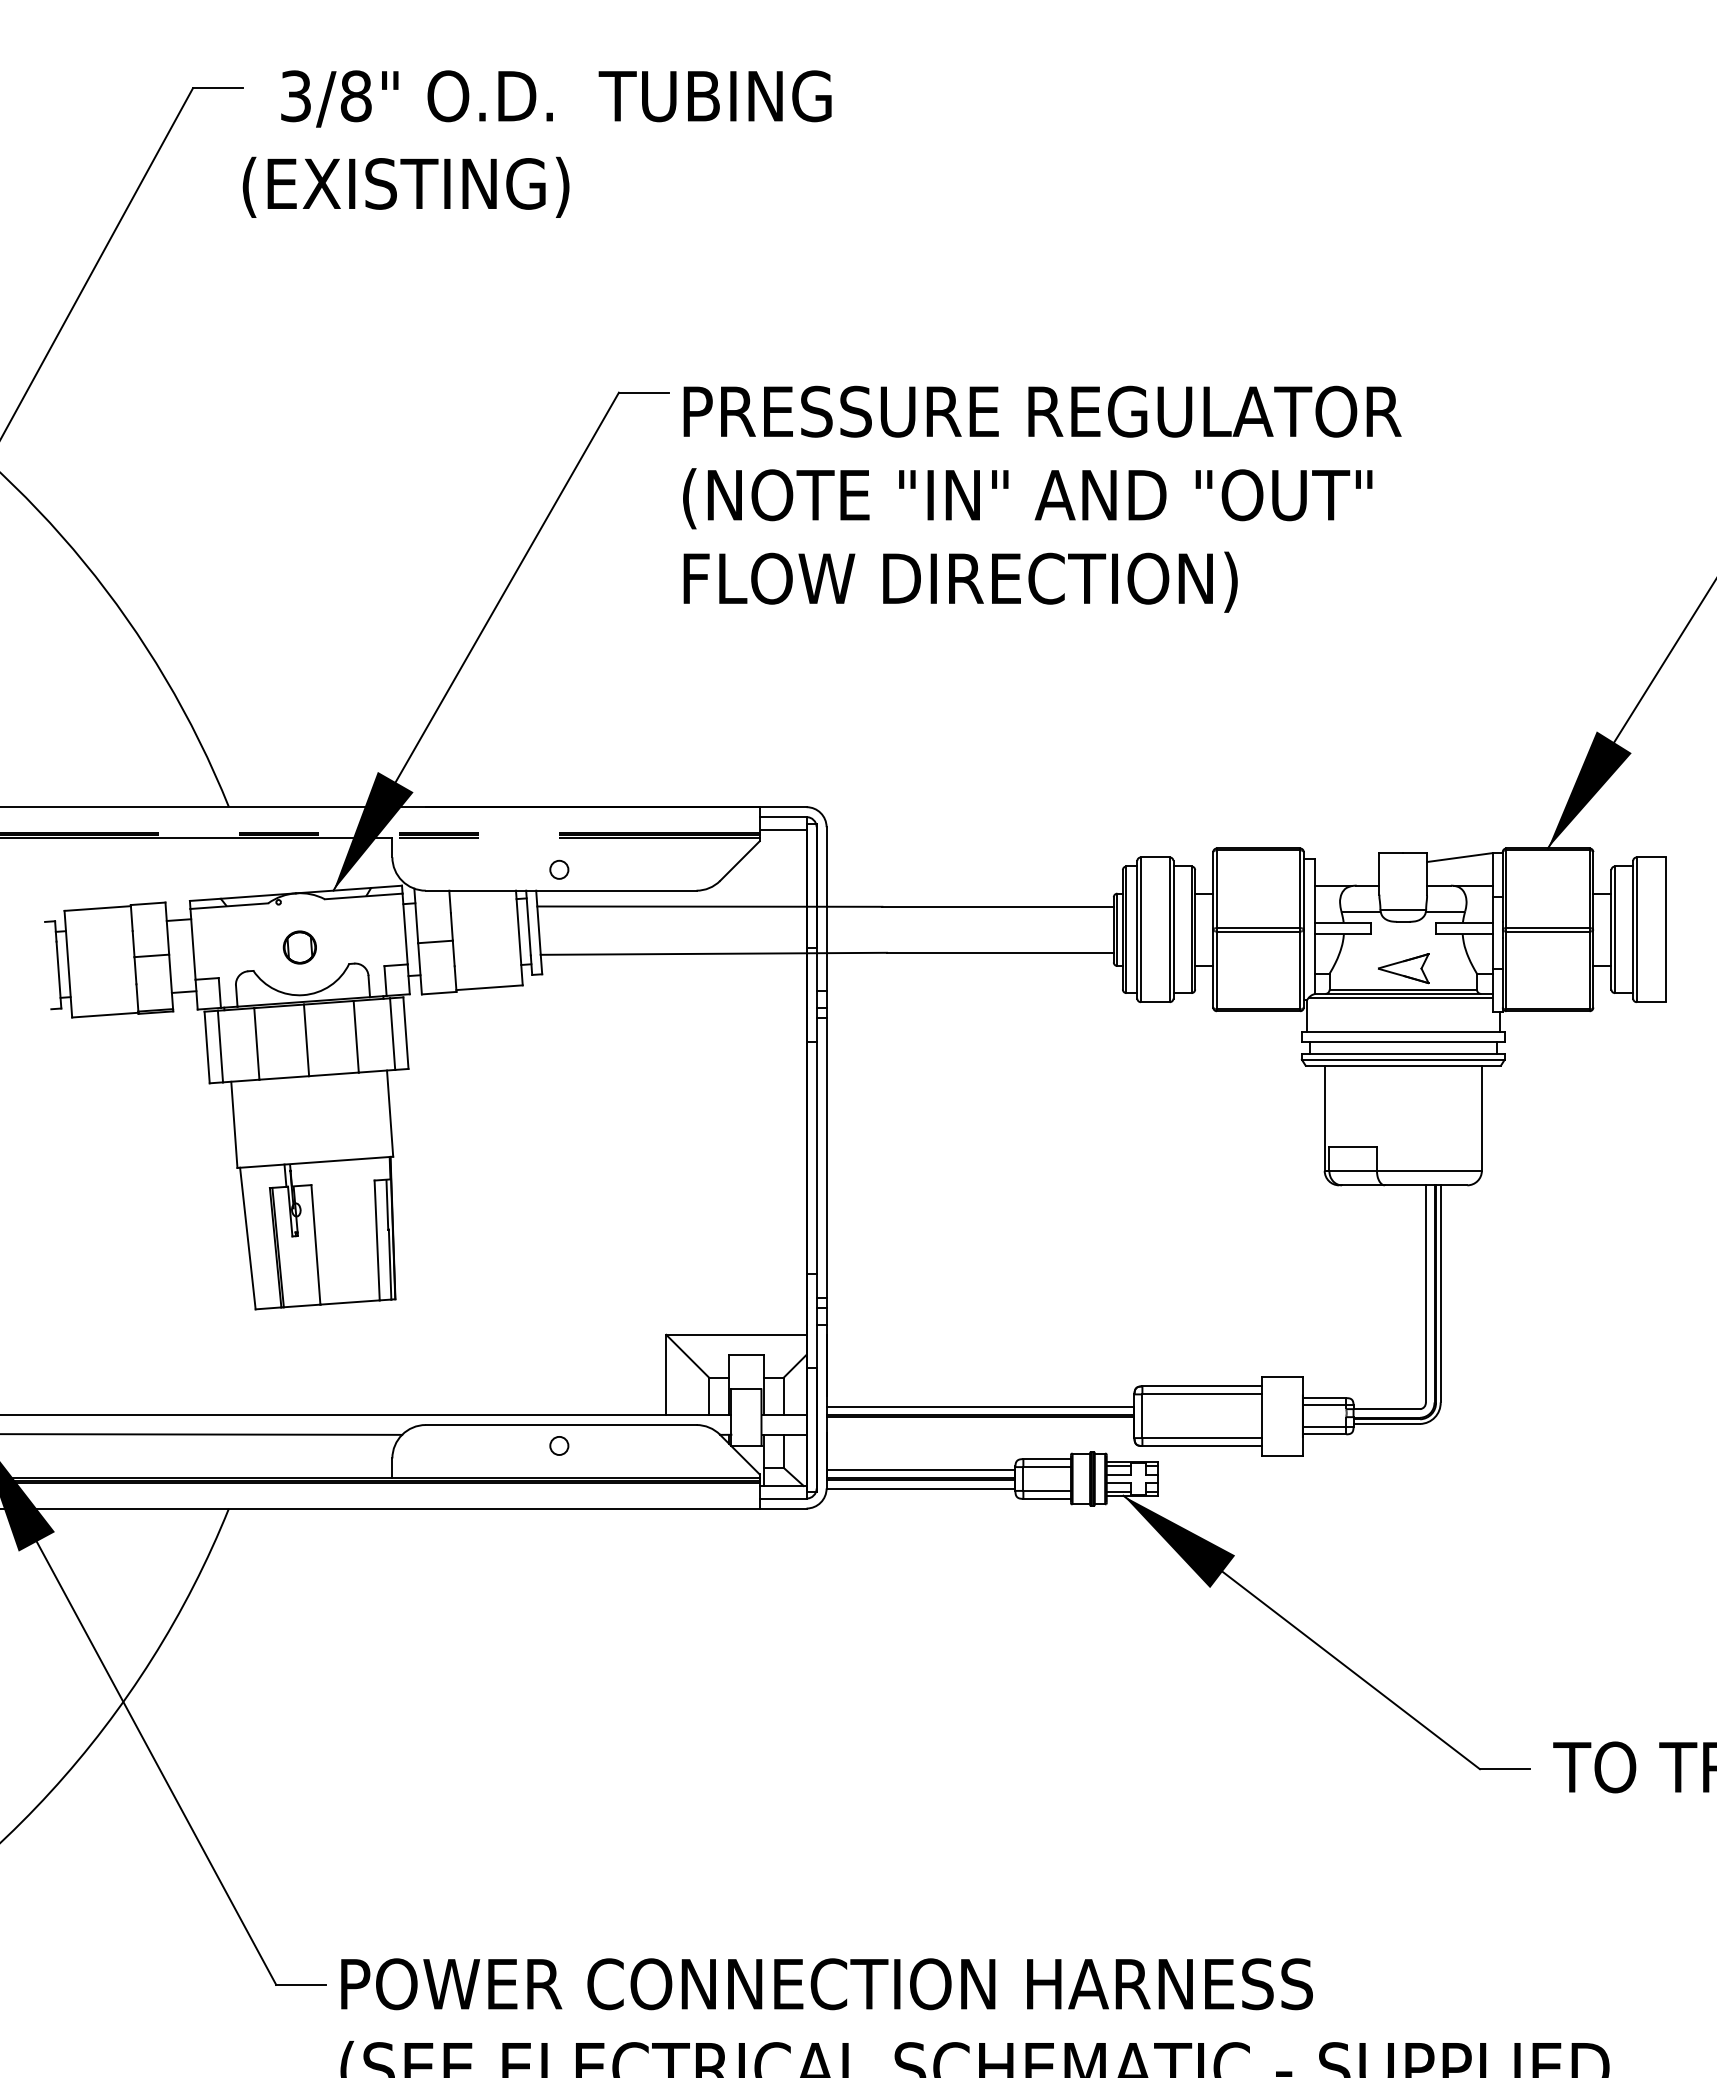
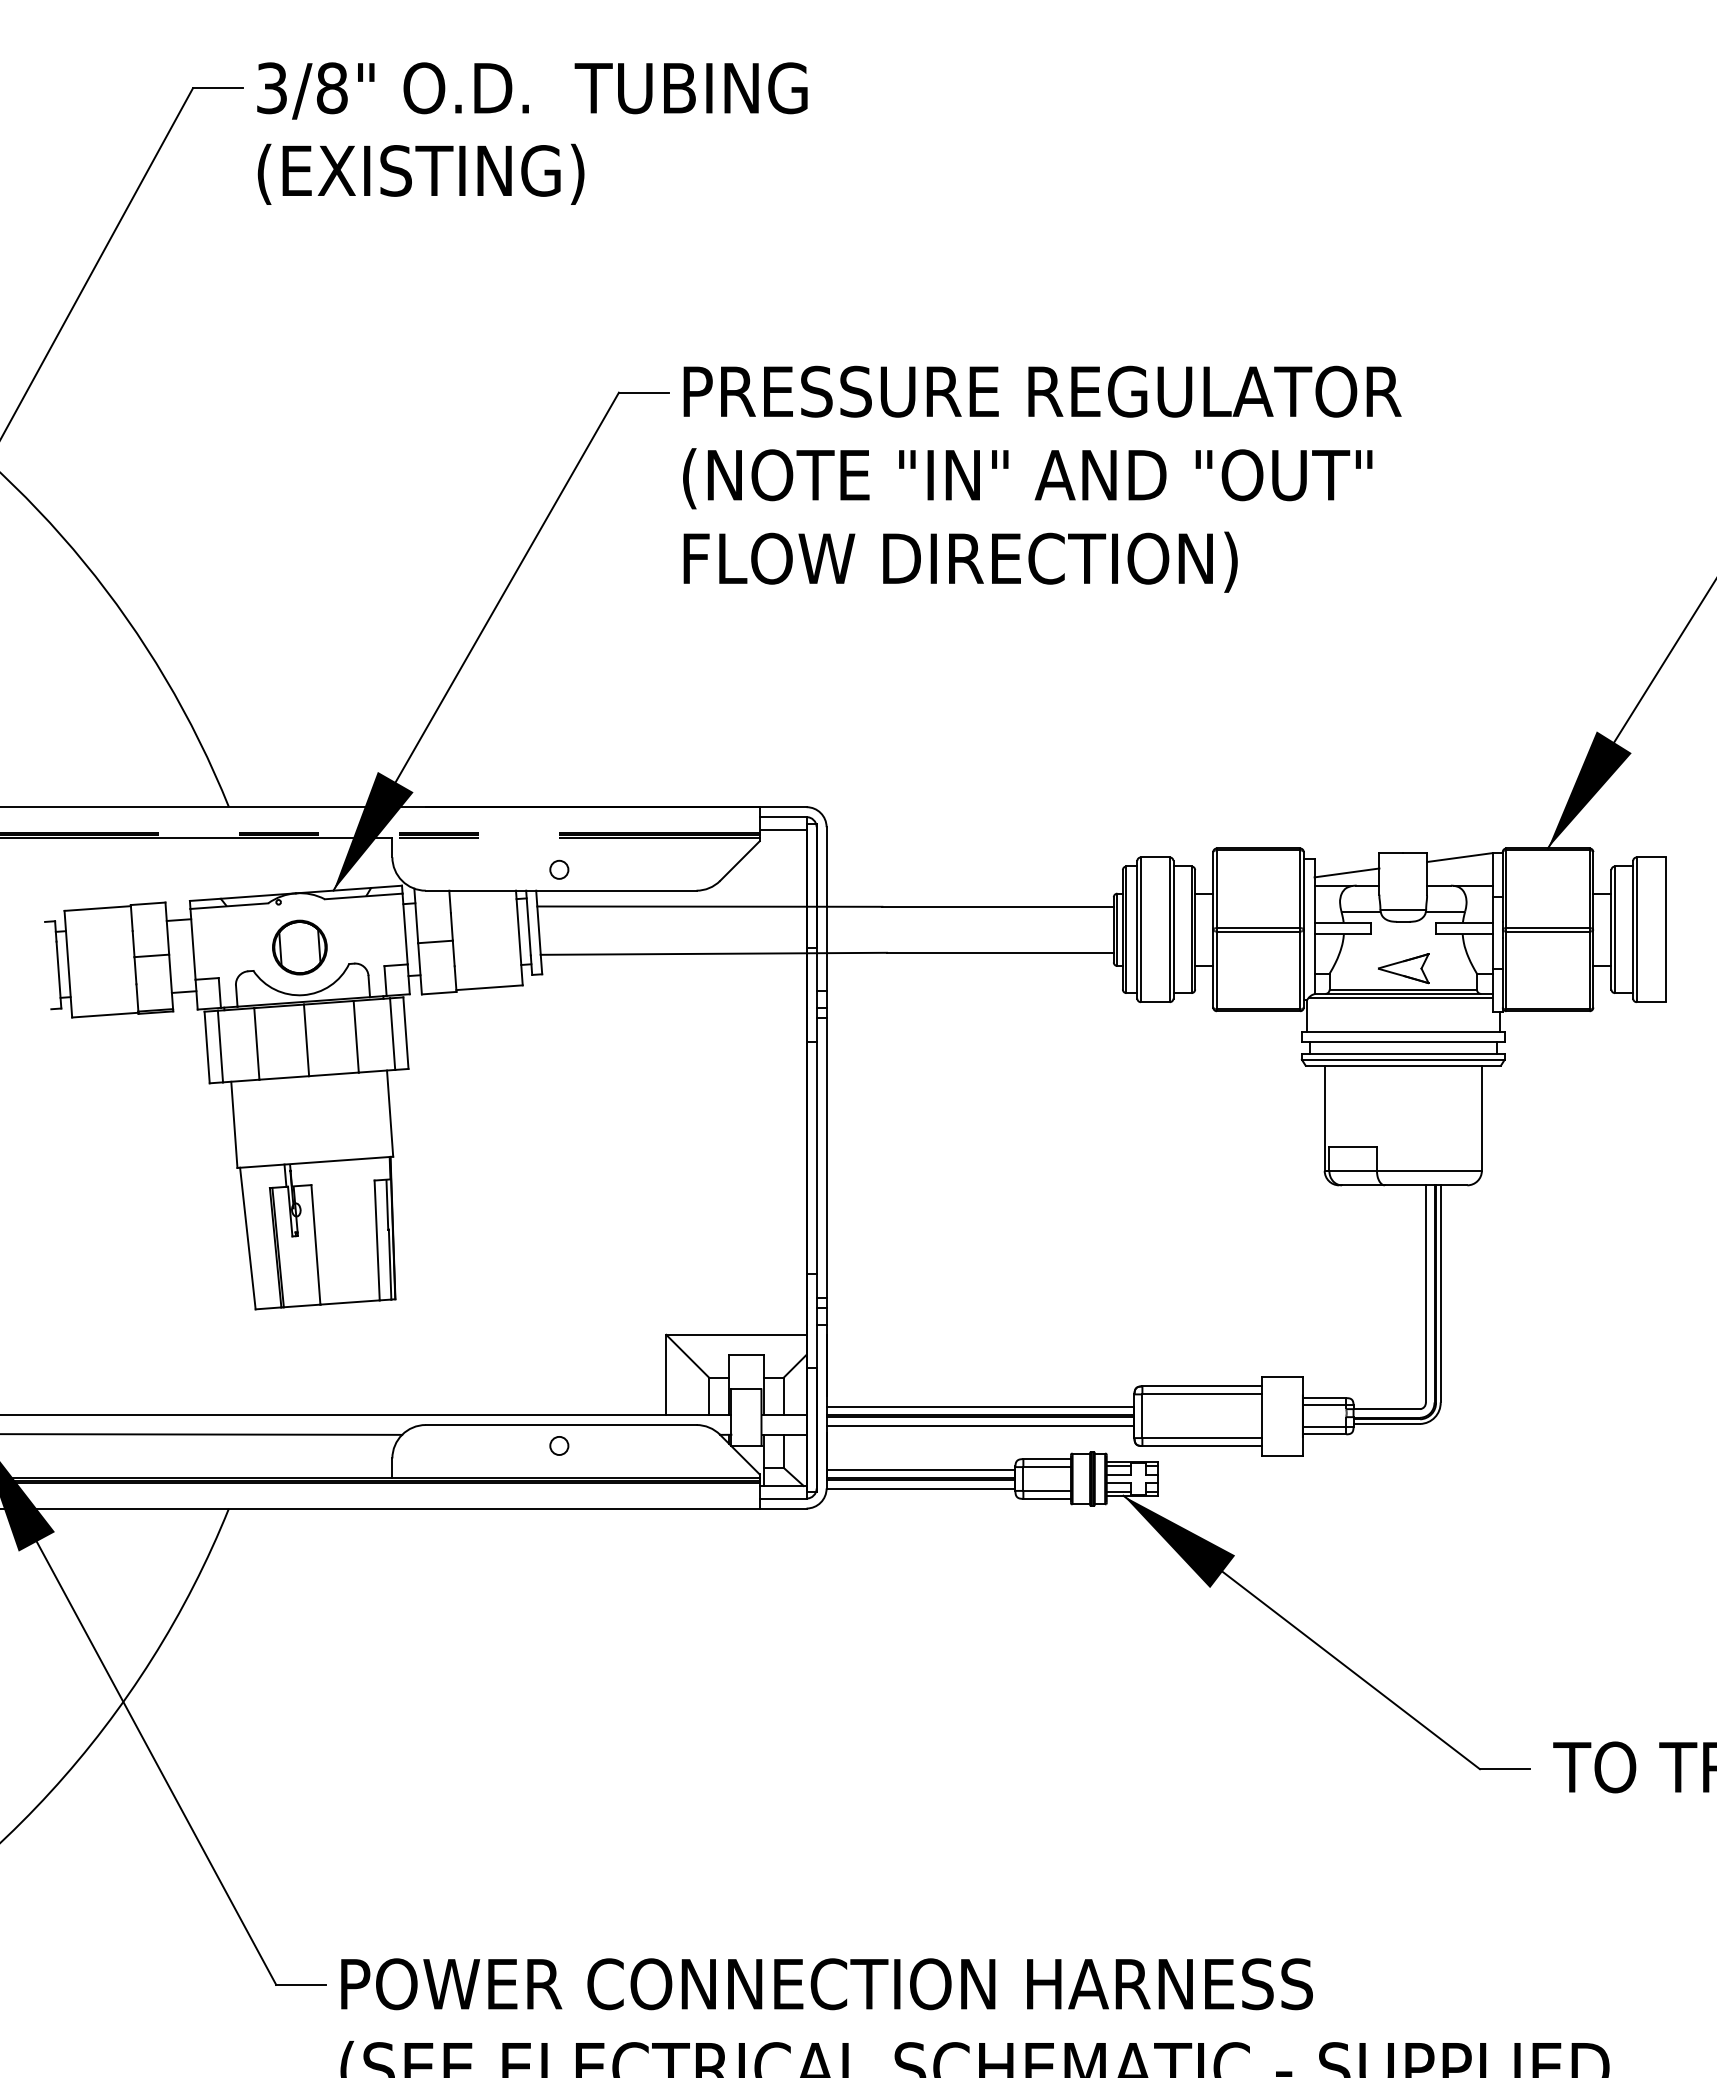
text at (556, 98) position: (556, 98) -> (532, 90)
text at (405, 186) position: (405, 186) -> (420, 173)
text at (1042, 498) position: (1042, 498) -> (1042, 478)
line at (1346, 872): none -> present
part at (299, 947) size: 35x35 px -> 56x57 px
line at (980, 1425): none -> present
